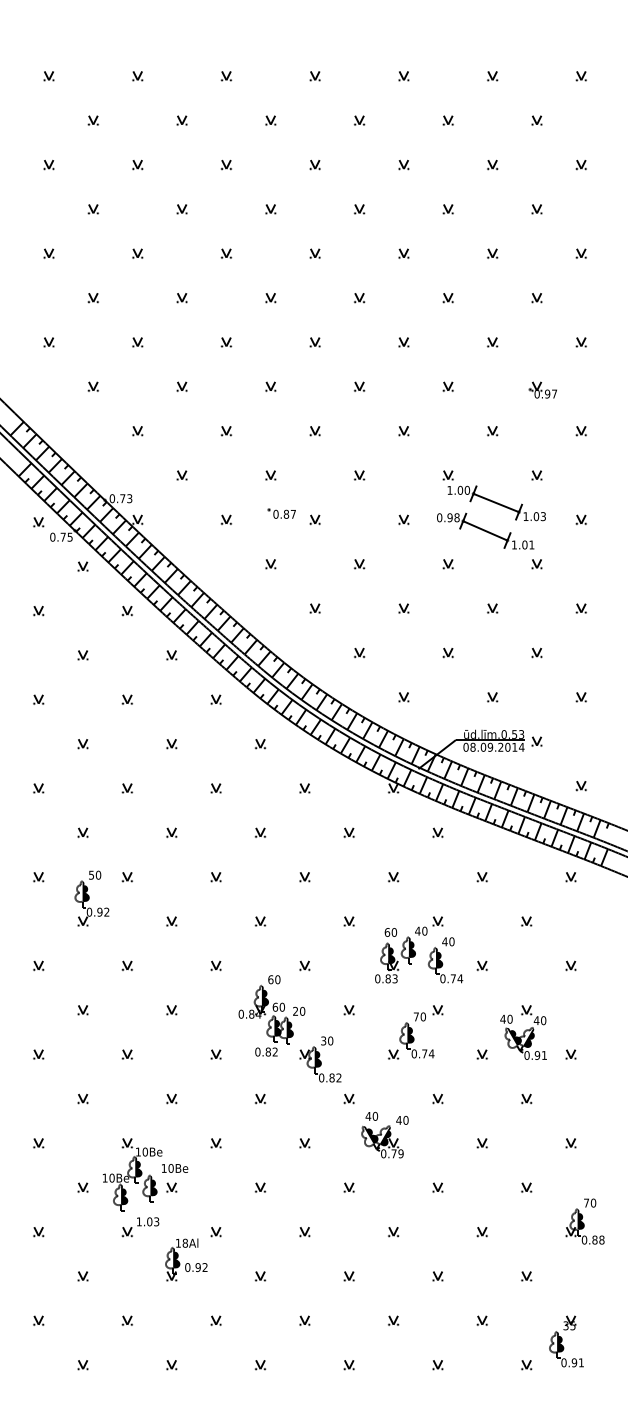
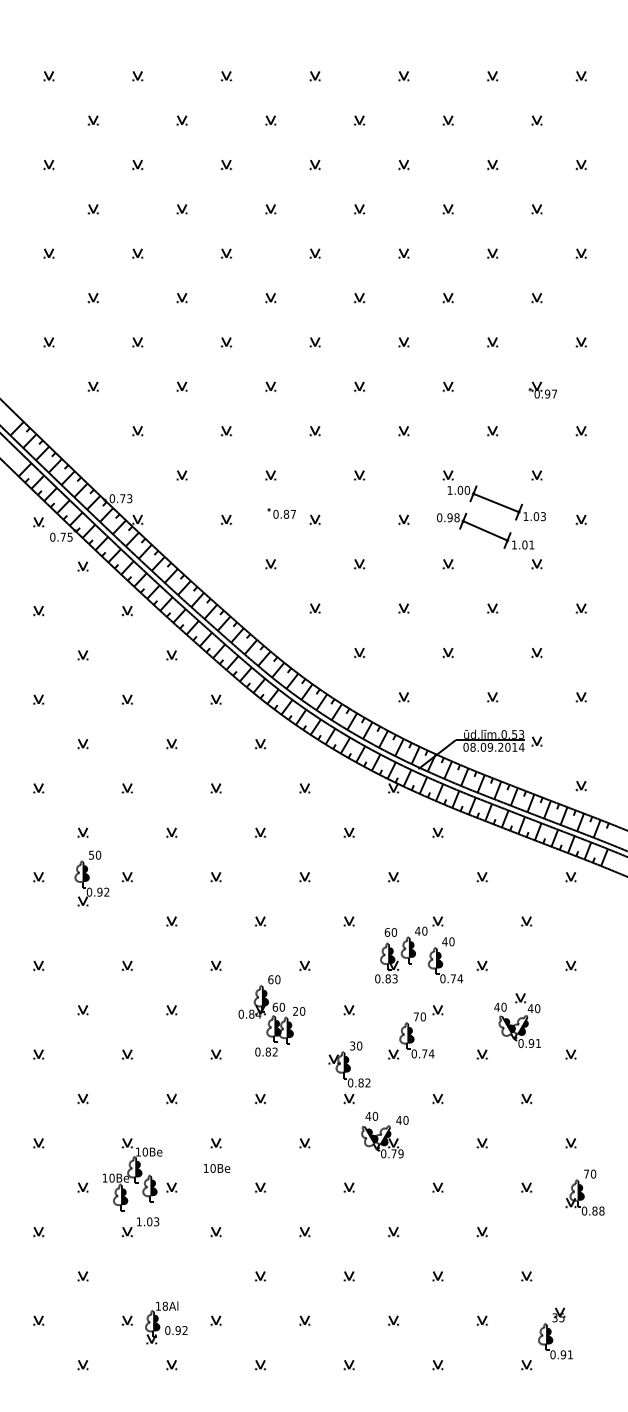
part at (91, 898) position: (91, 898) -> (91, 878)
part at (523, 1032) position: (523, 1032) -> (517, 1020)
part at (320, 1059) position: (320, 1059) -> (349, 1064)
text at (175, 1168) position: (175, 1168) -> (217, 1168)
part at (584, 1221) position: (584, 1221) -> (584, 1192)
part at (186, 1259) position: (186, 1259) -> (166, 1322)
part at (566, 1341) position: (566, 1341) -> (555, 1333)
